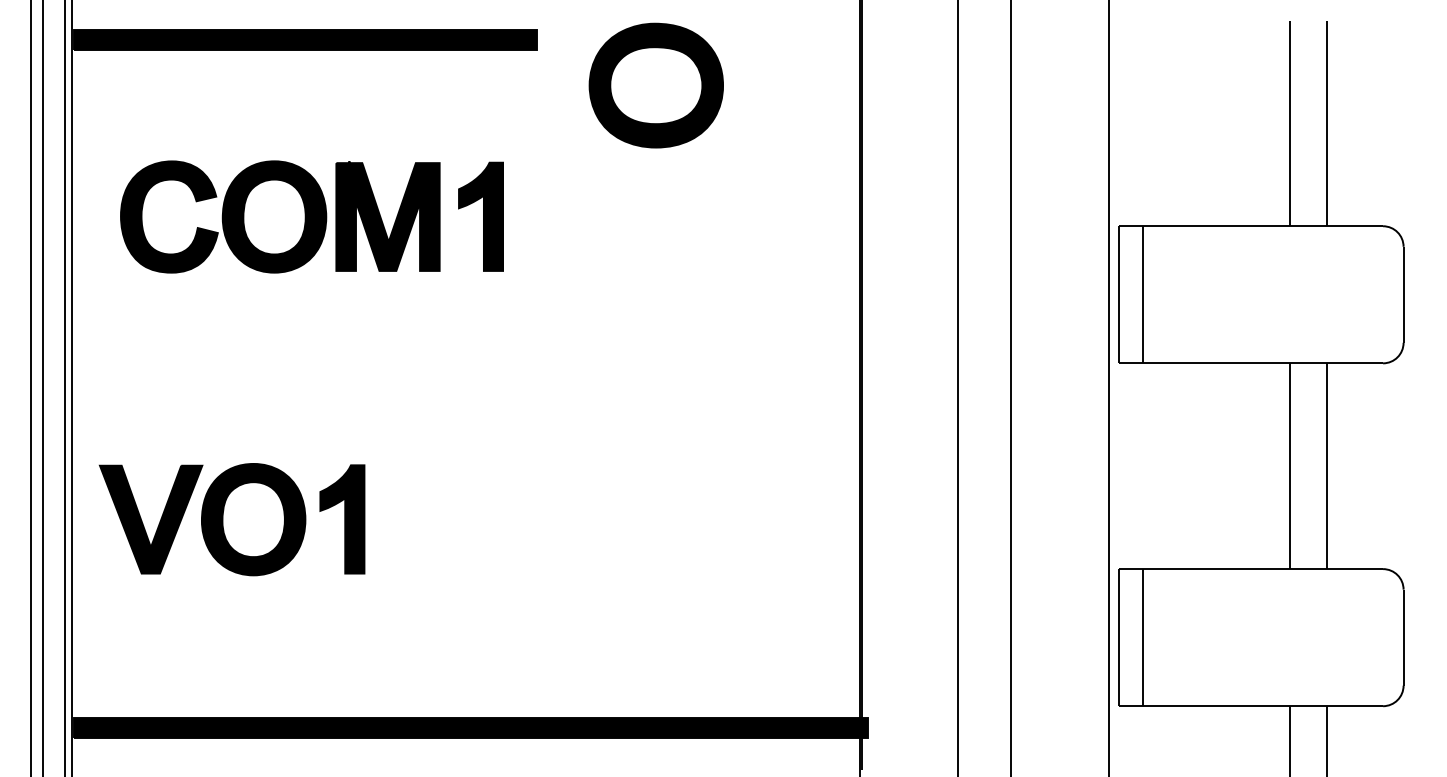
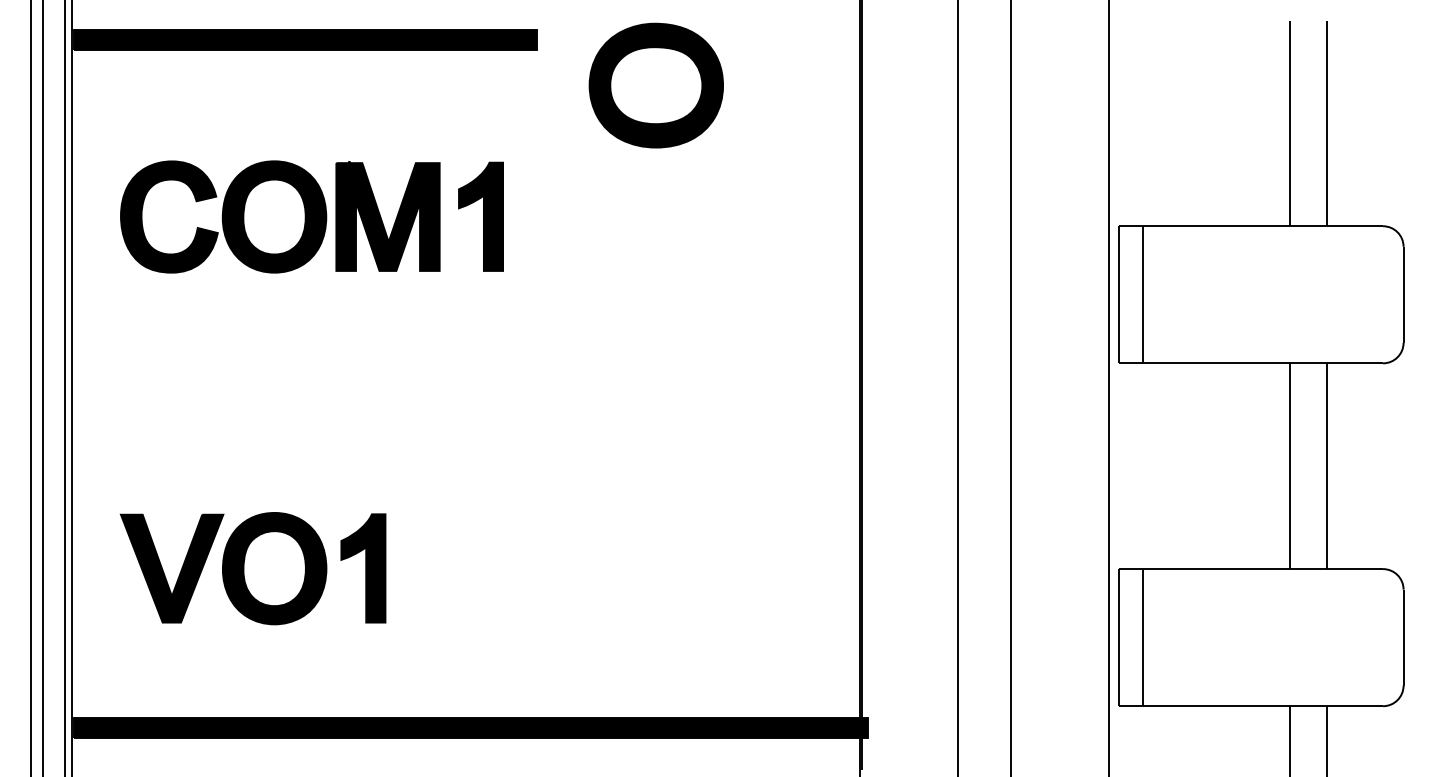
part at (231, 519) position: (231, 519) -> (252, 568)
